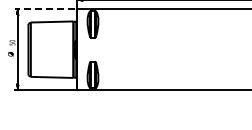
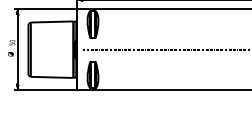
line at (44, 9): dashed -> solid
line at (165, 49): none -> present
